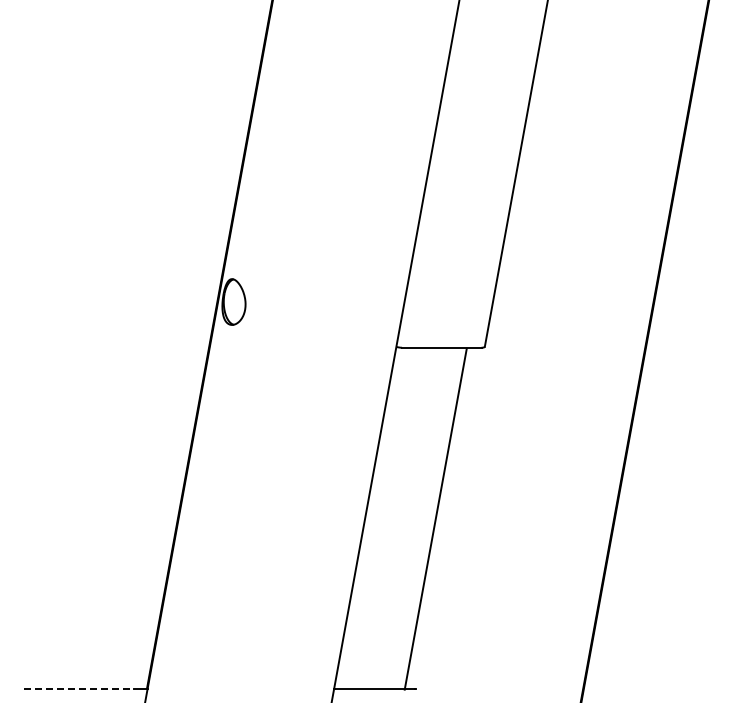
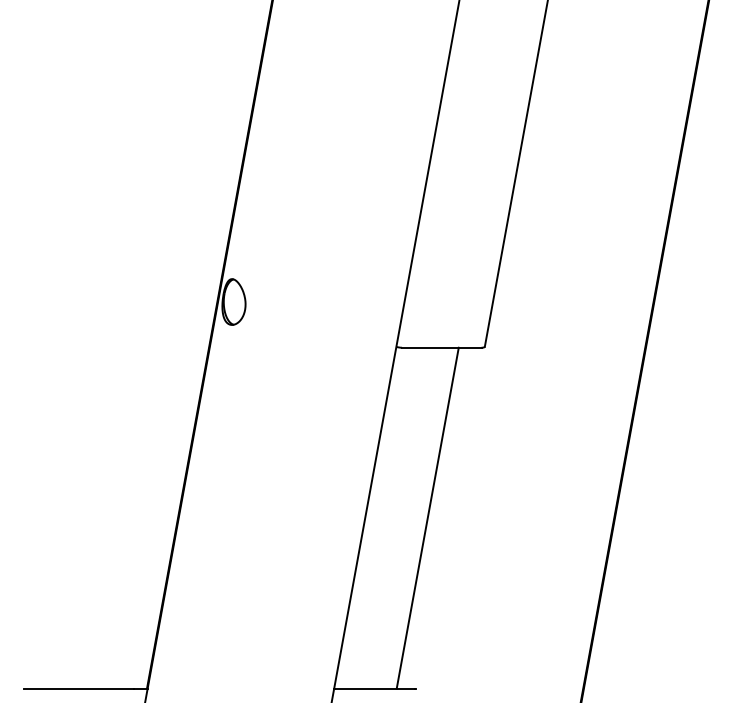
line at (435, 518) position: (435, 518) -> (427, 517)
line at (79, 688): dashed -> solid
